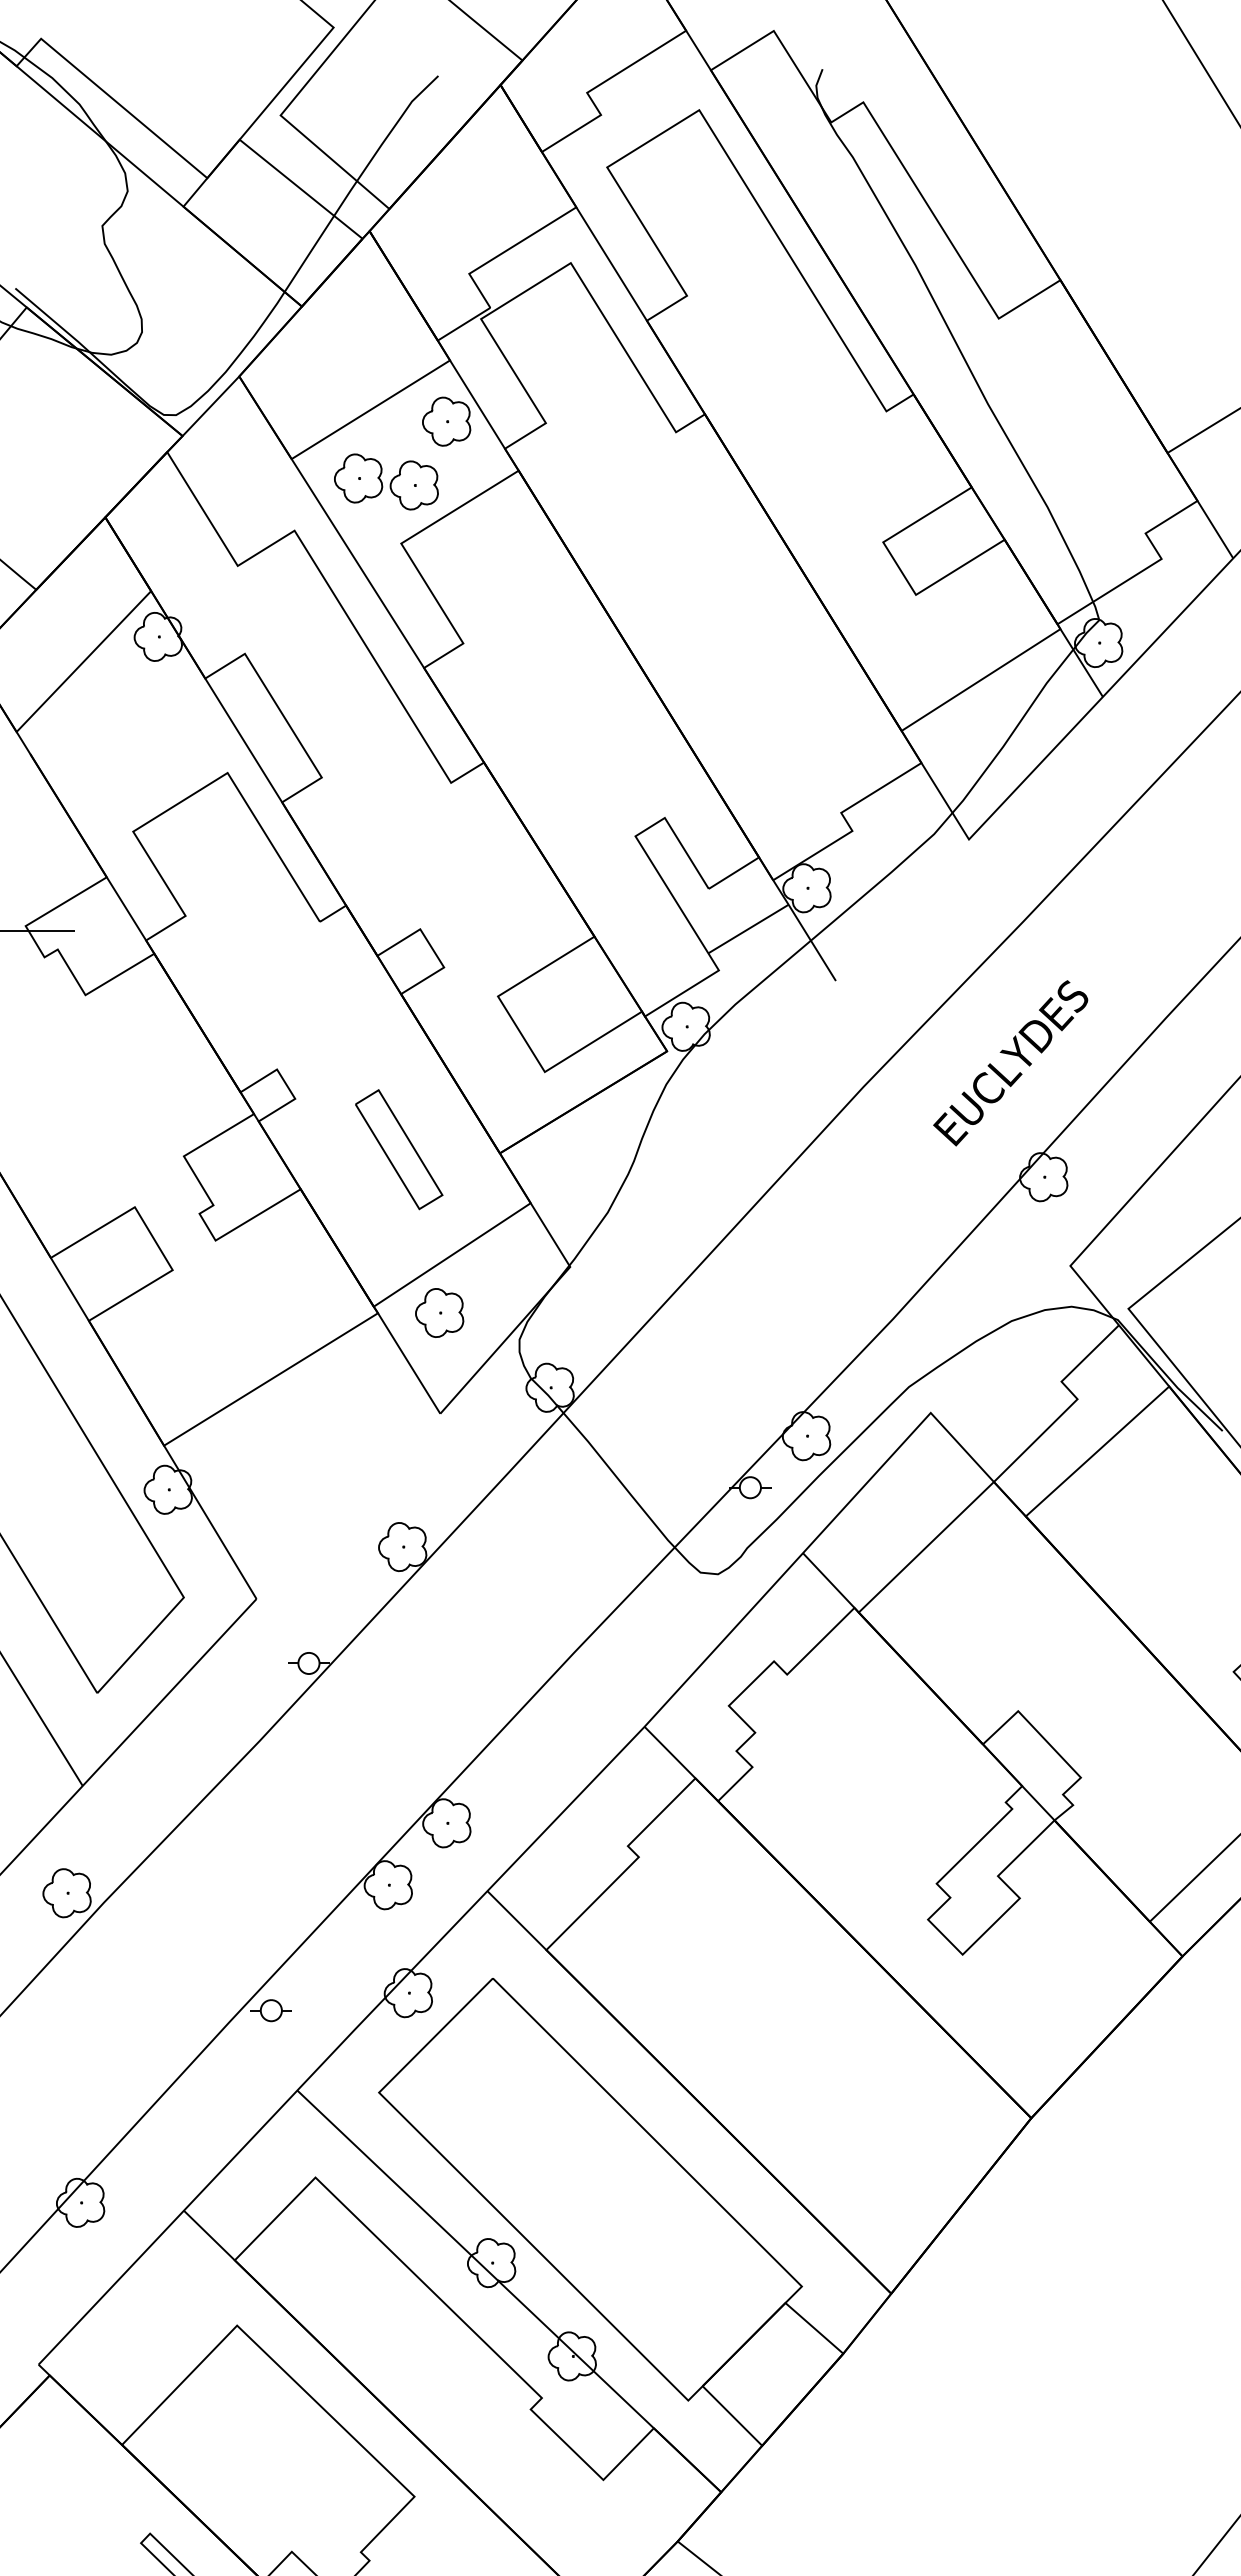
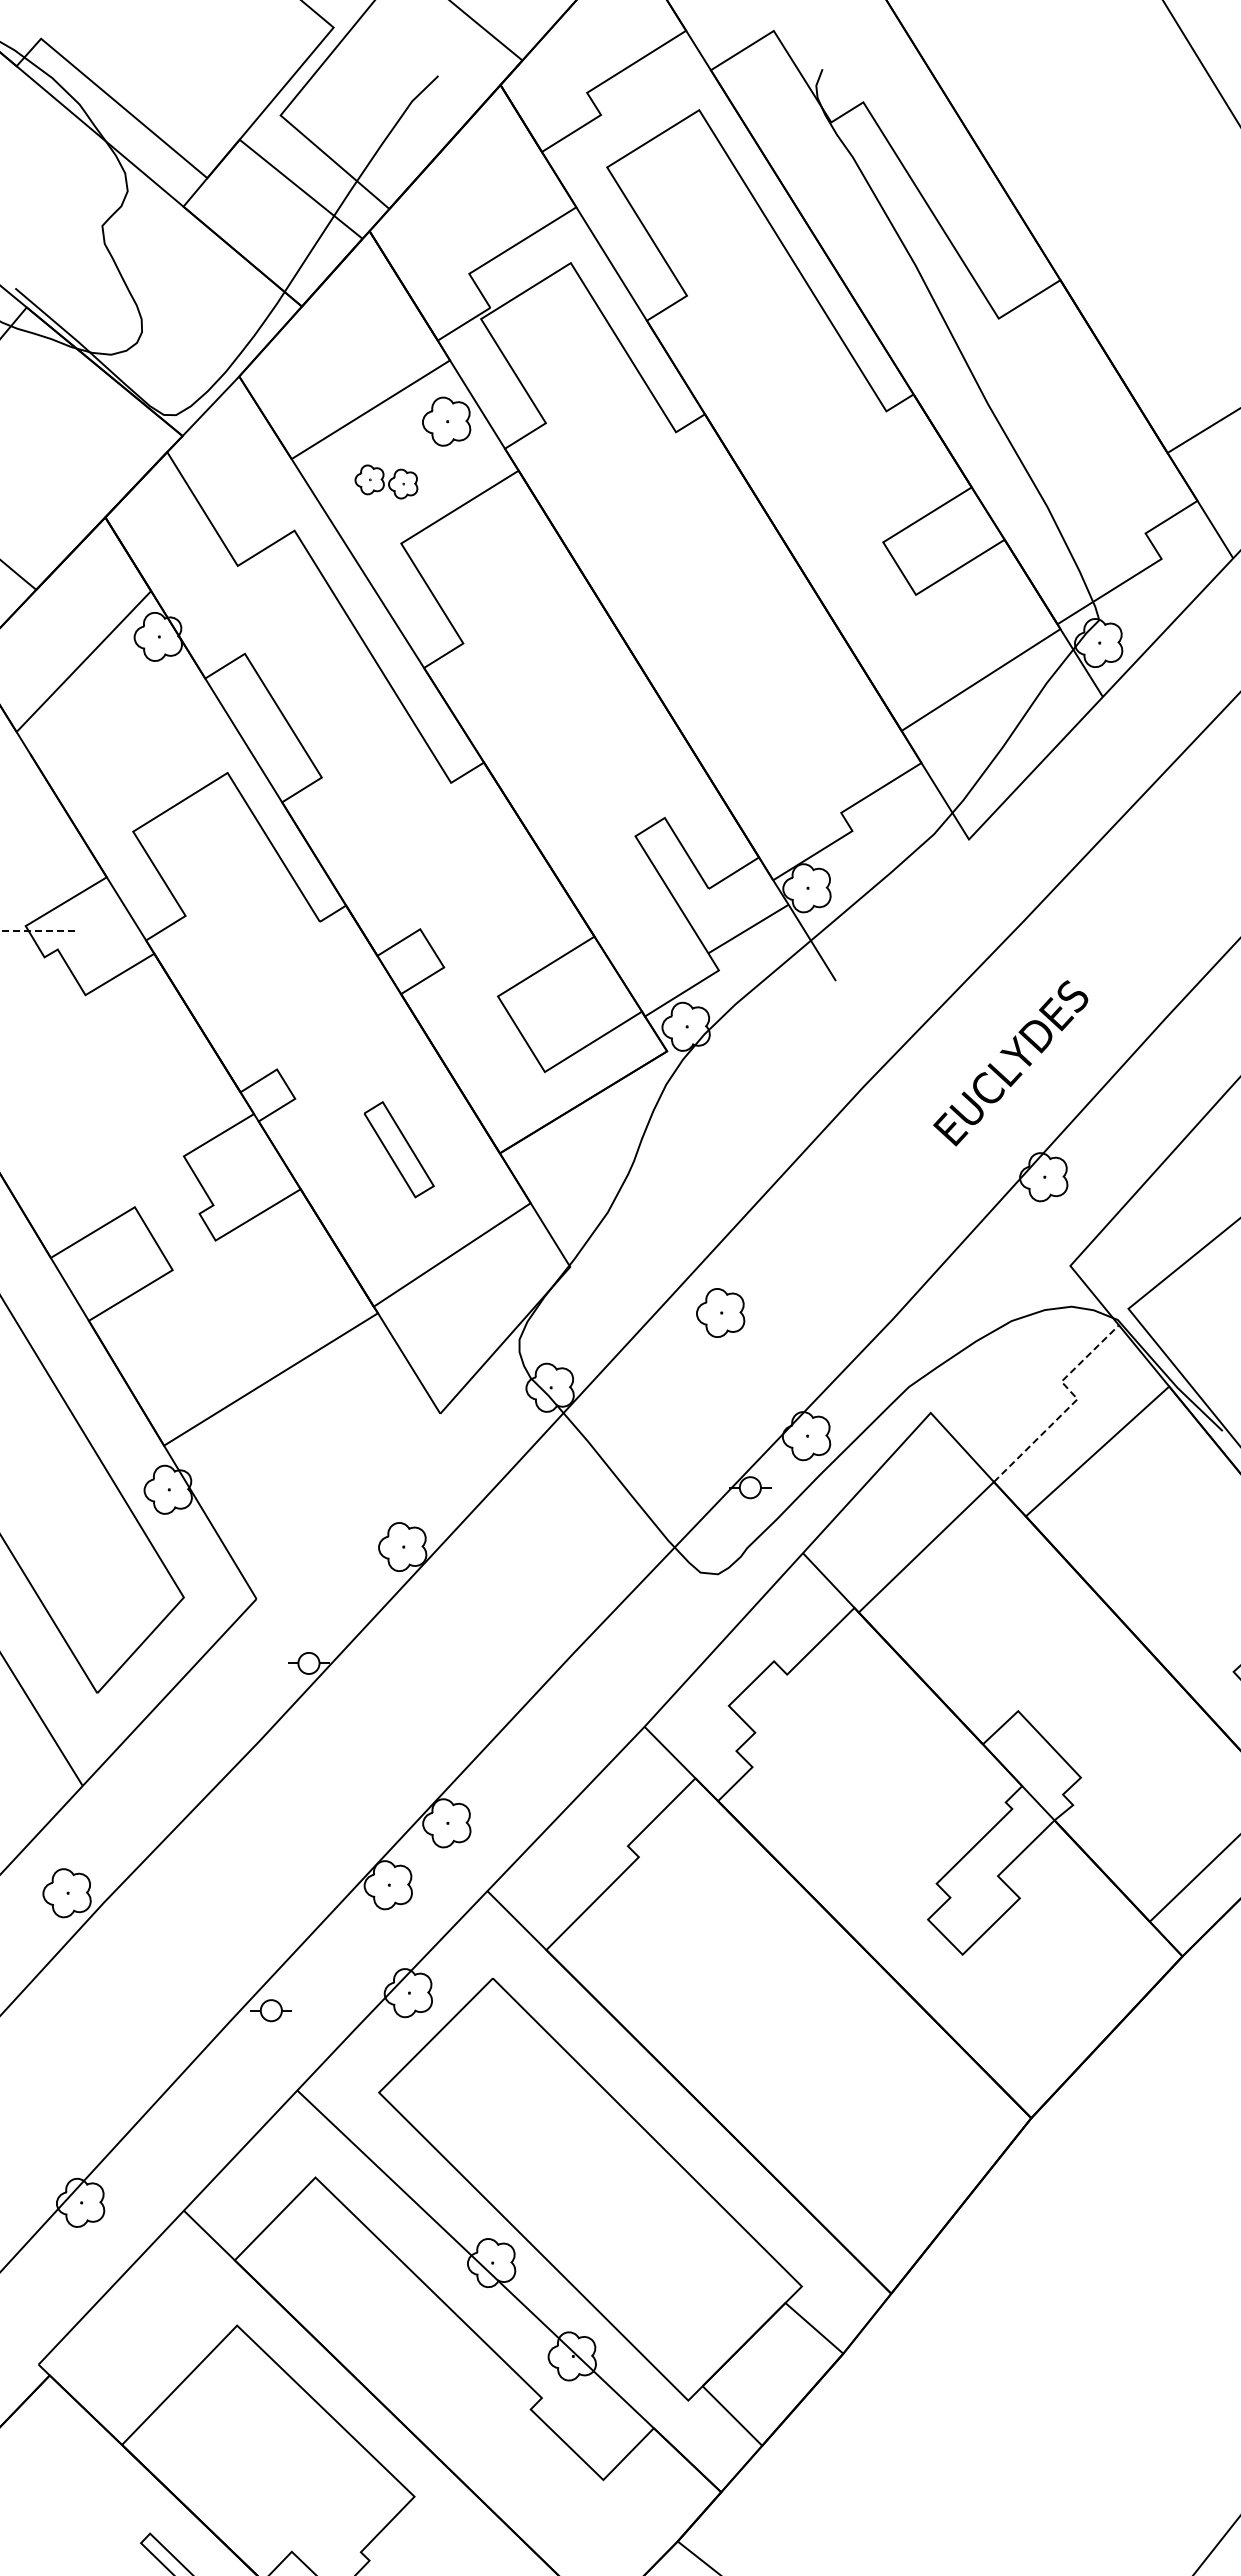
part at (386, 481) size: 105x58 px -> 65x36 px
line at (37, 931): solid -> dashed
part at (399, 1149) size: 89x122 px -> 72x98 px
part at (439, 1312) position: (439, 1312) -> (720, 1312)
line at (1074, 1402): solid -> dashed
